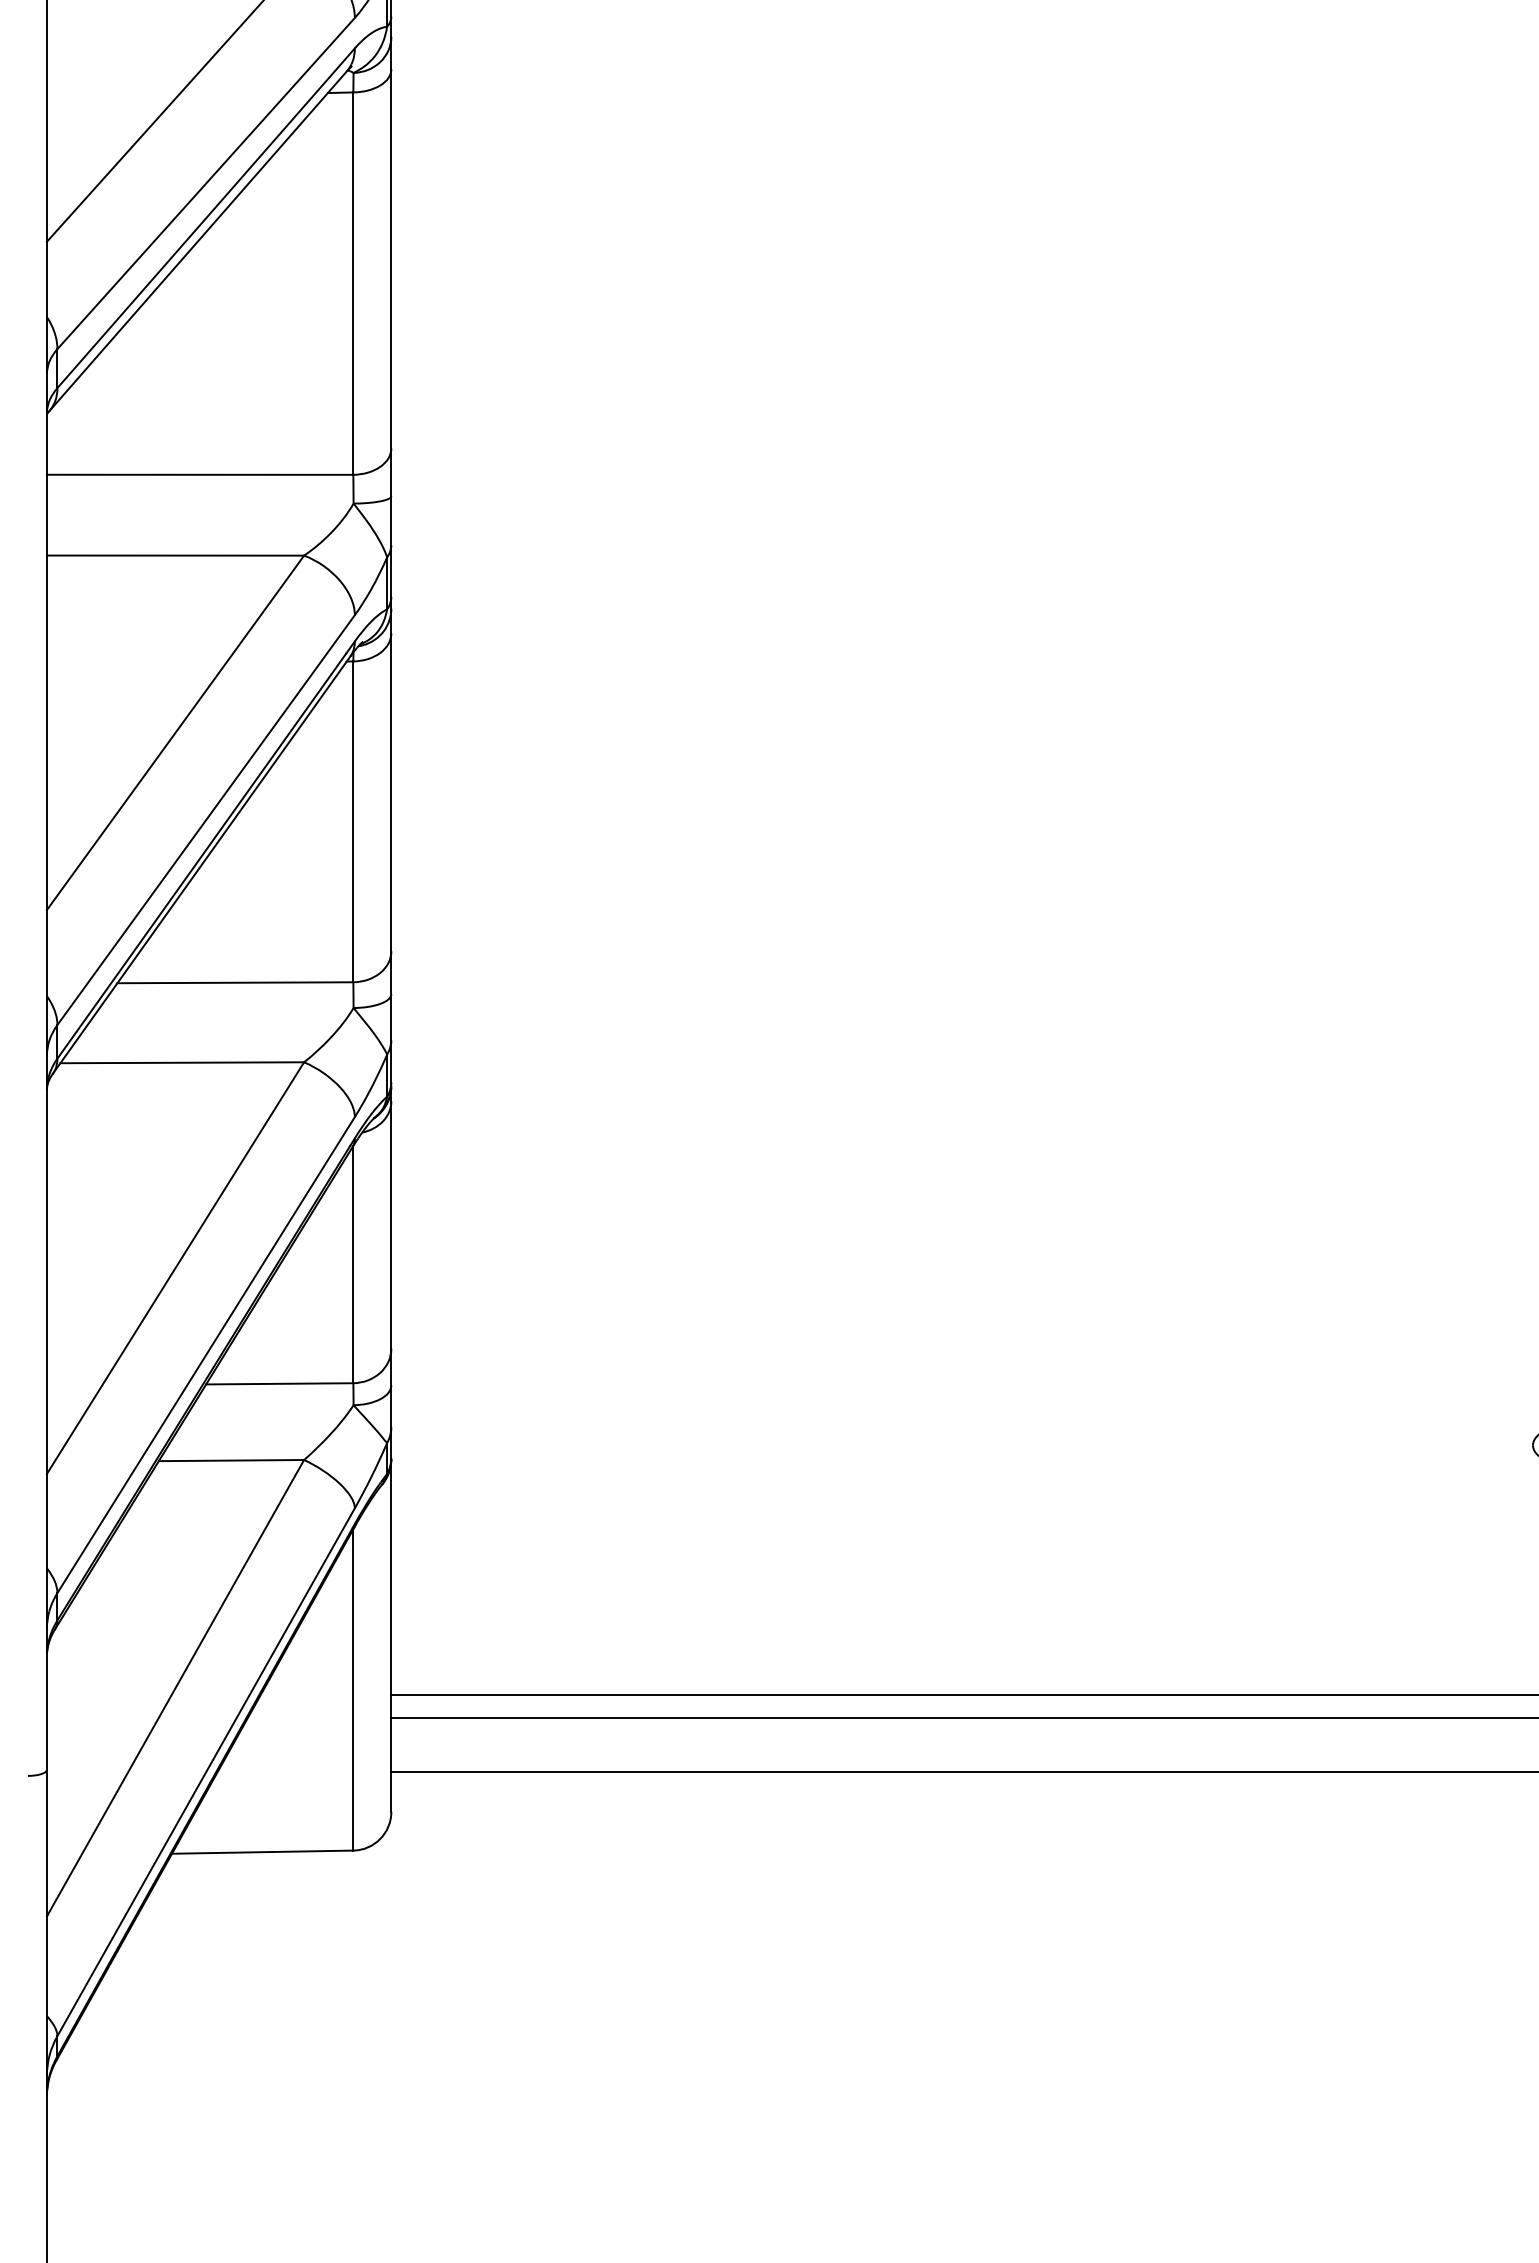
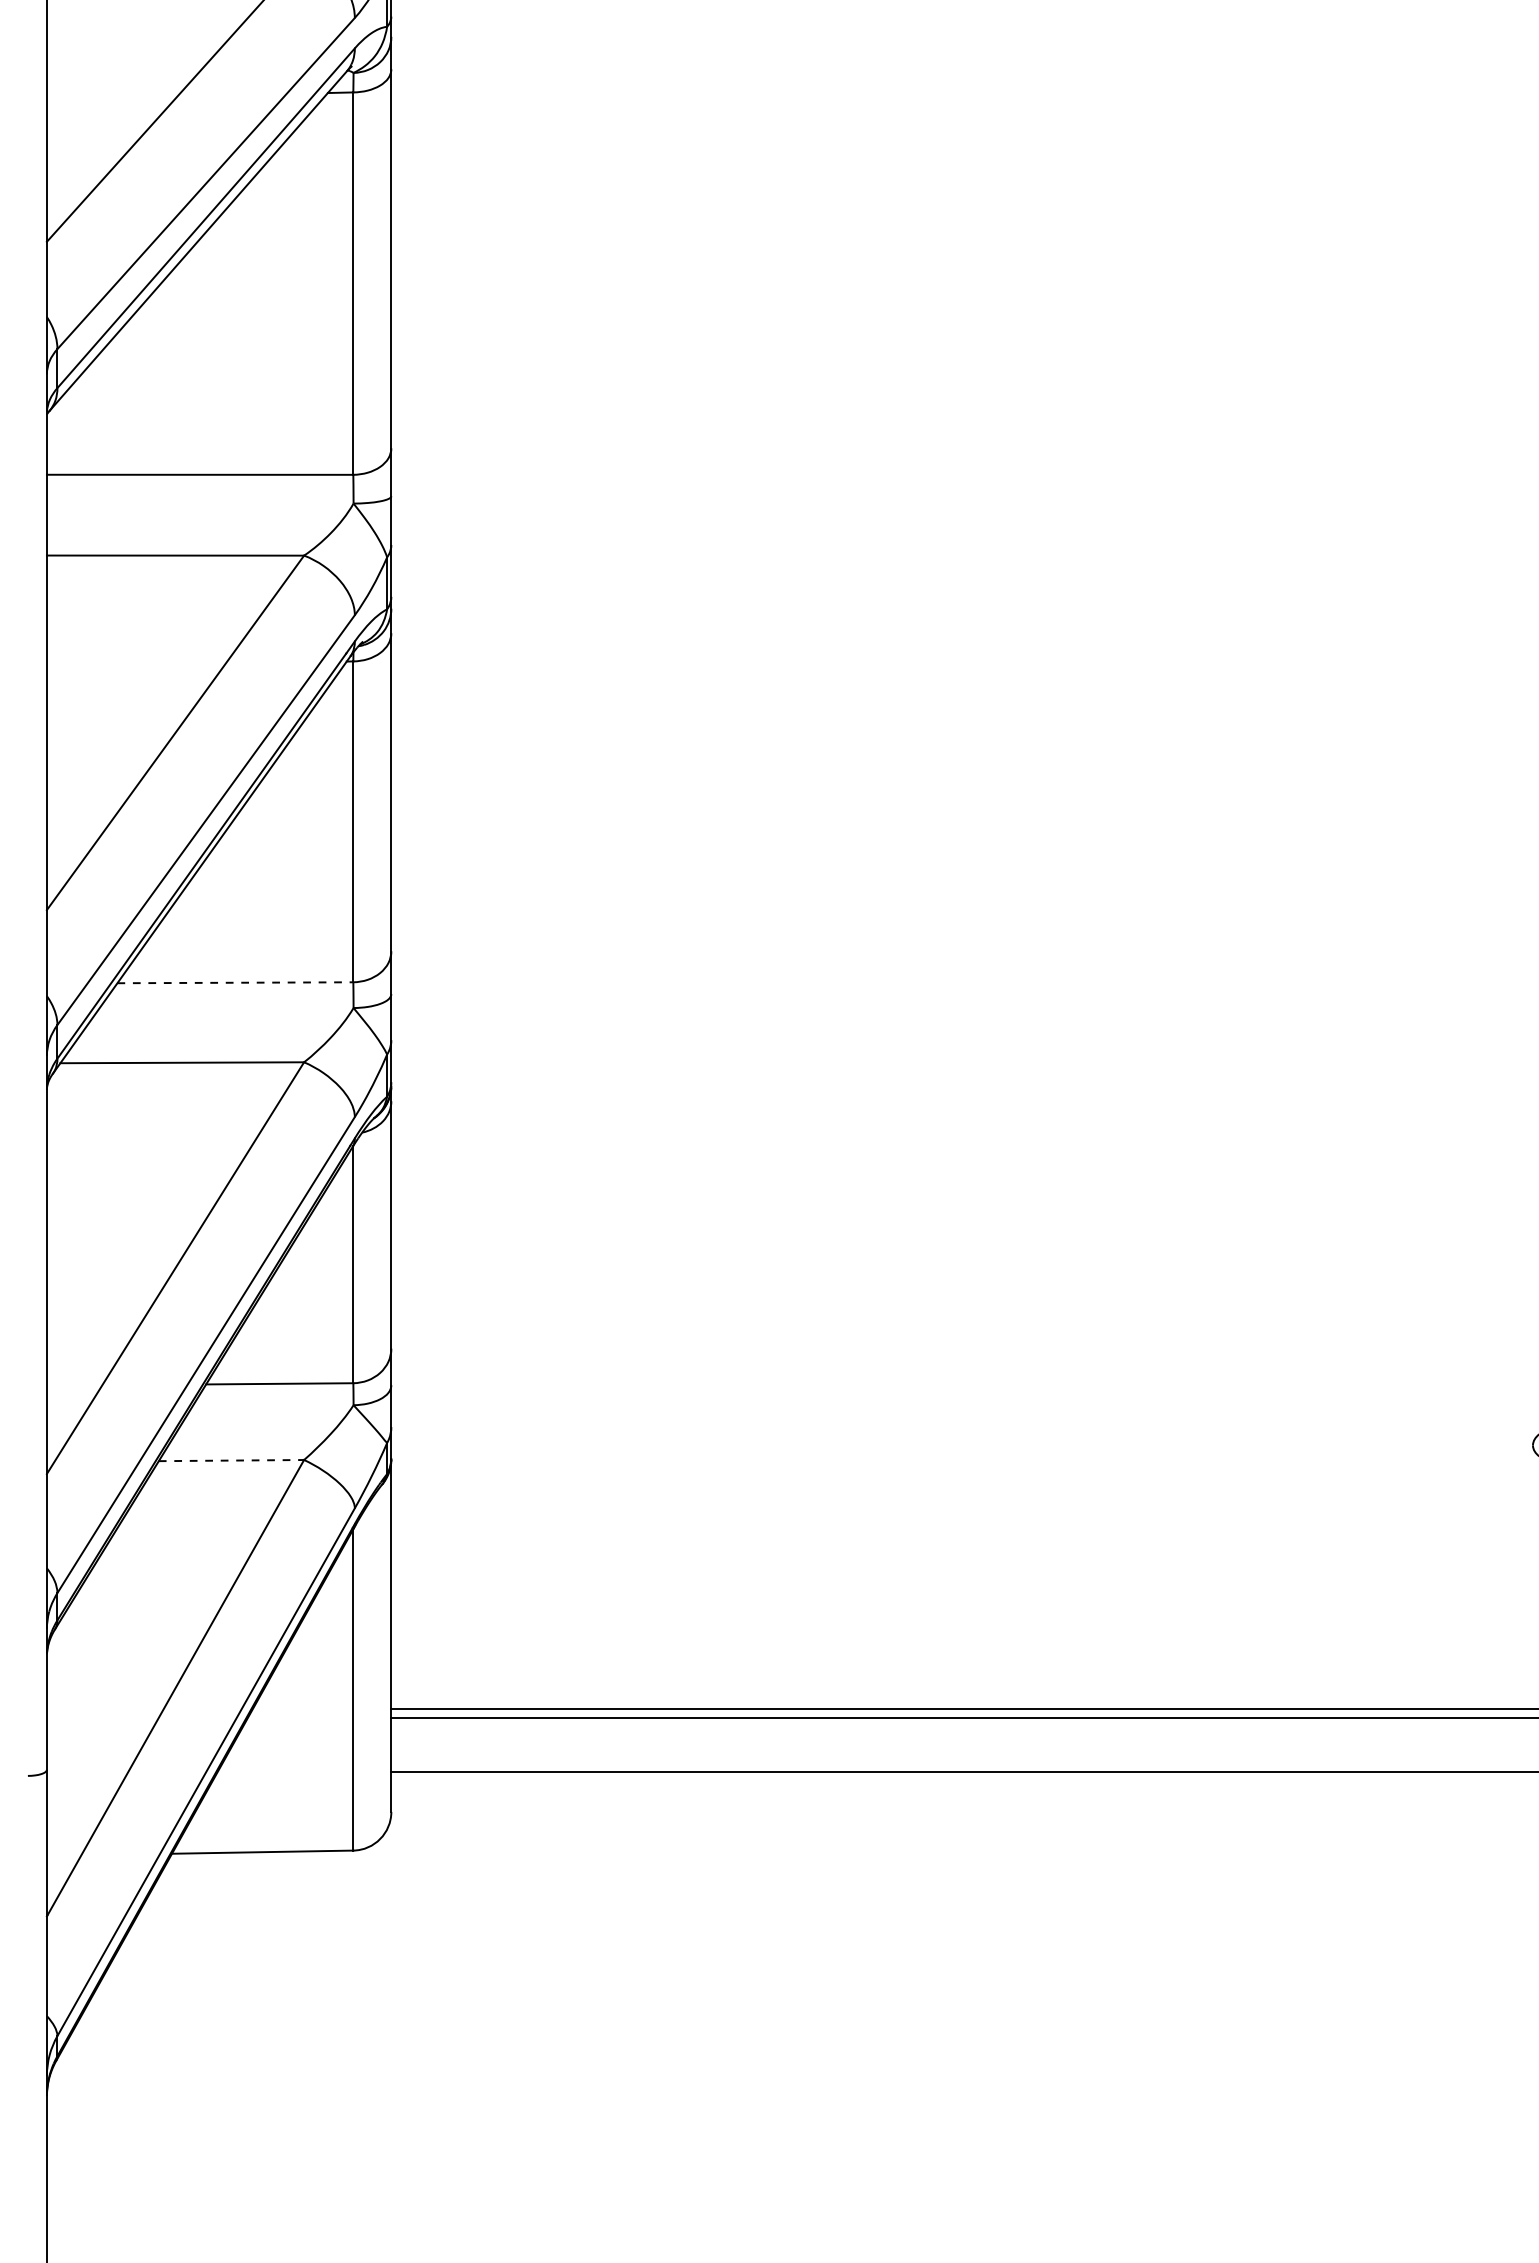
line at (235, 982): solid -> dashed
line at (231, 1460): solid -> dashed
line at (963, 1694) position: (963, 1694) -> (963, 1708)
